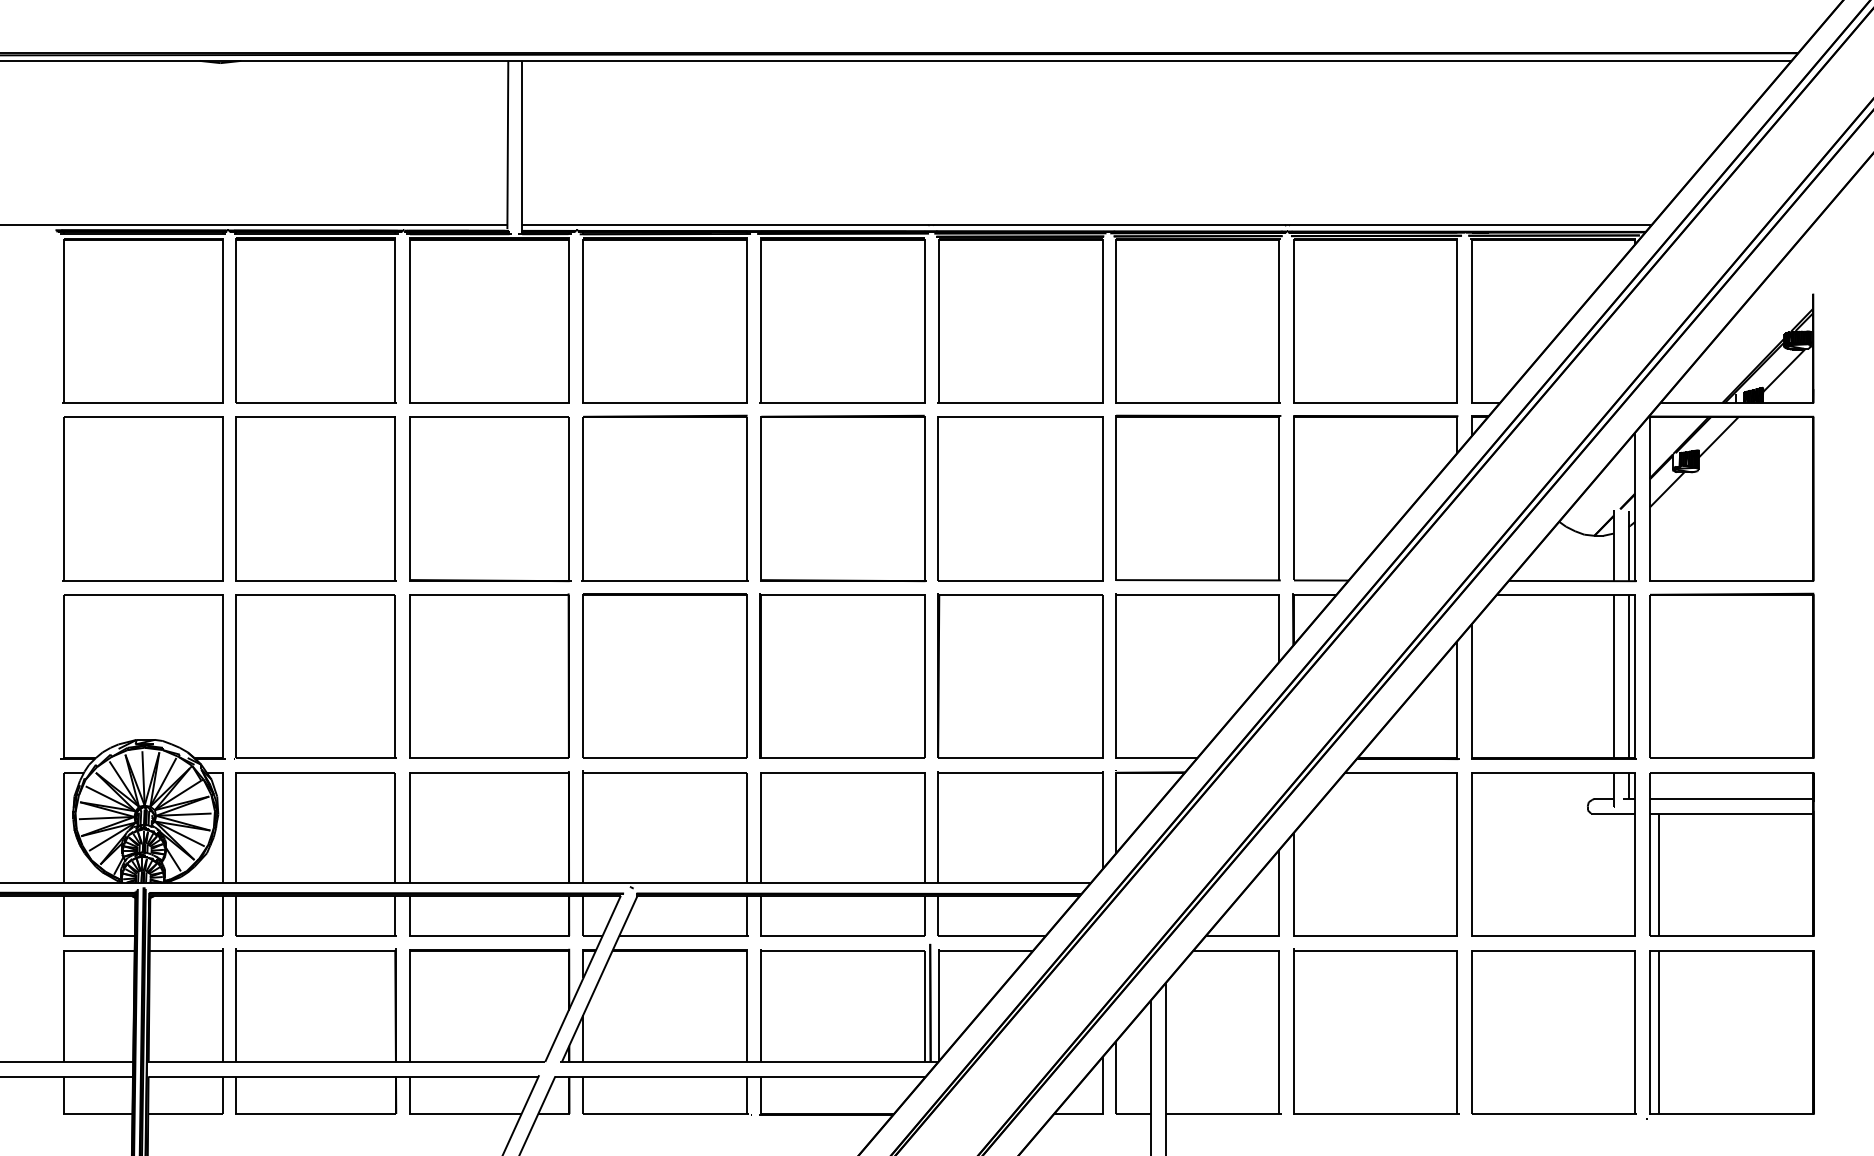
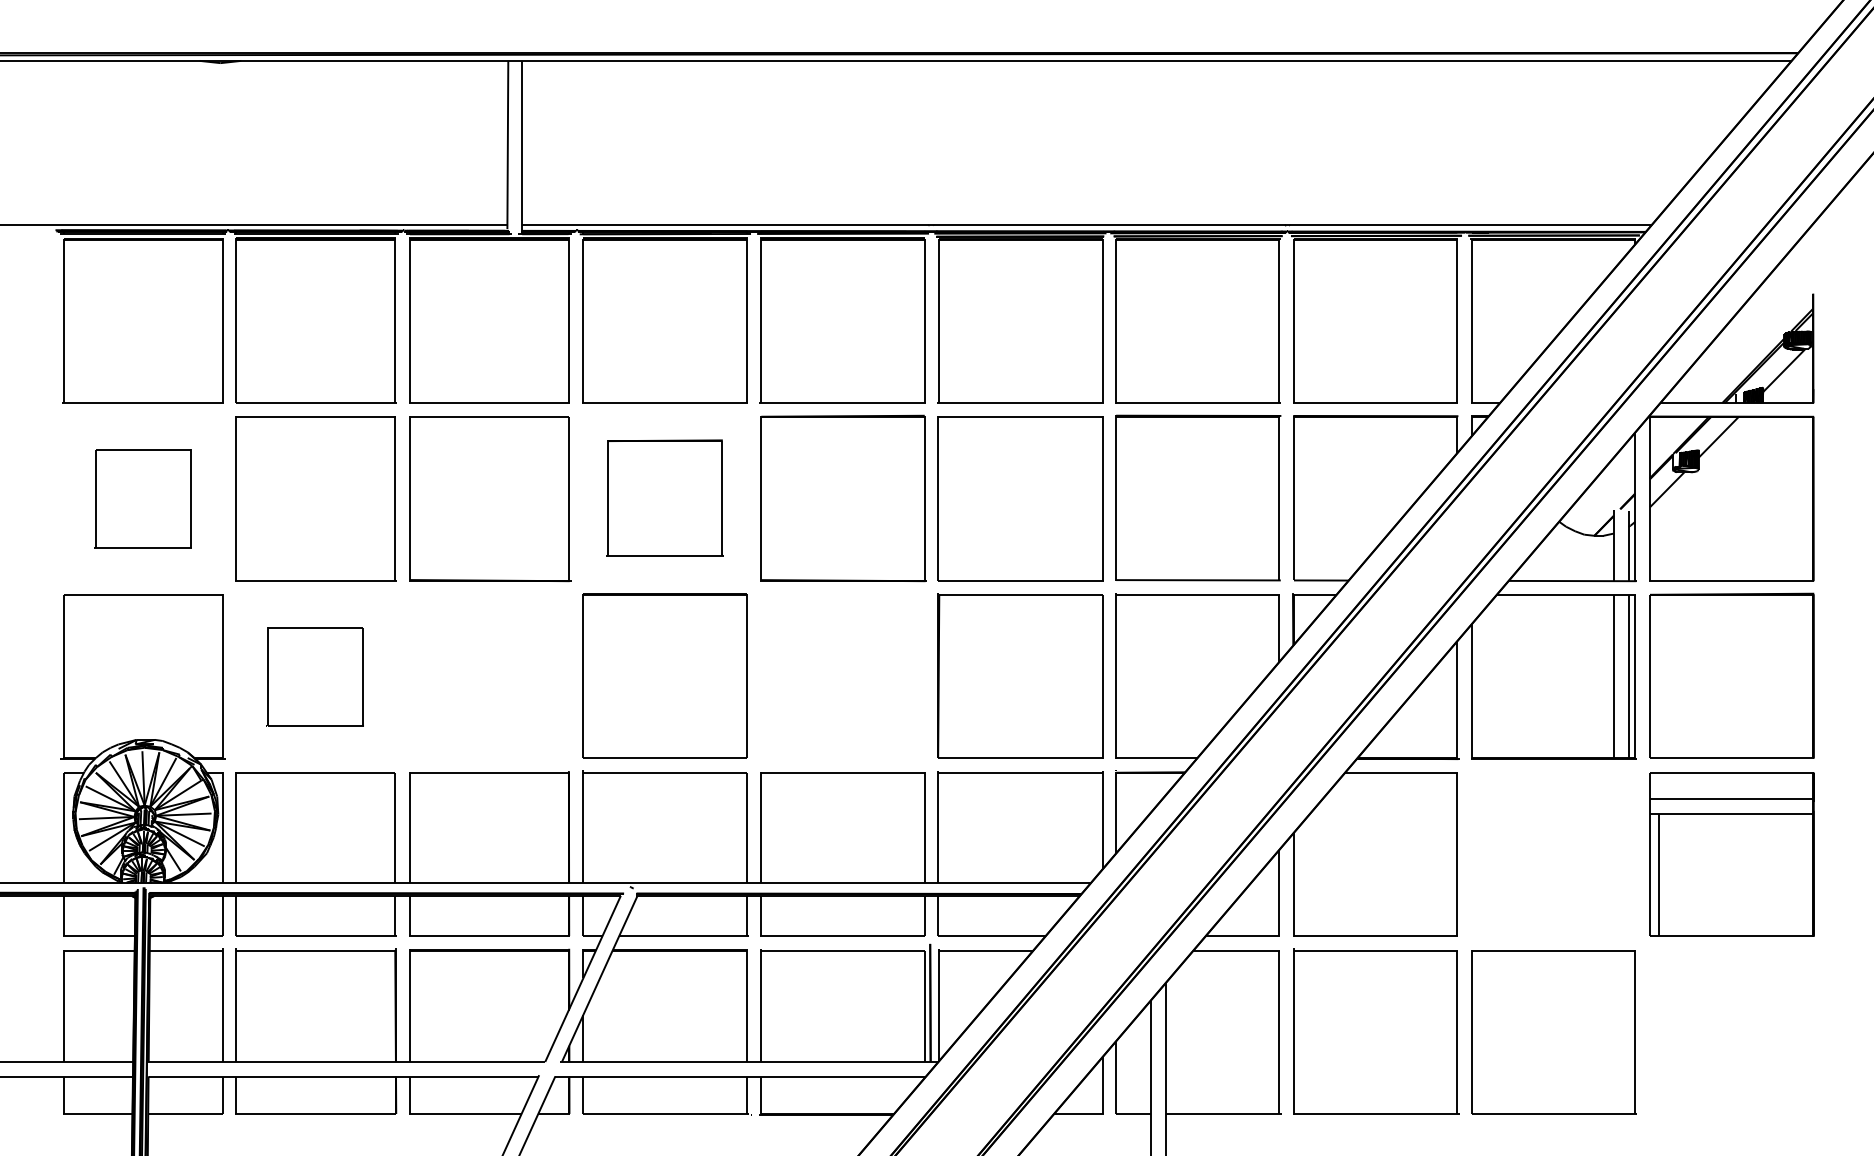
part at (664, 497) size: 168x168 px -> 118x118 px
part at (142, 498) size: 162x166 px -> 98x100 px
part at (489, 675): present -> none
part at (842, 675): present -> none
part at (315, 676) size: 163x166 px -> 98x100 px
part at (1553, 854): present -> none
part at (1730, 1034): present -> none
